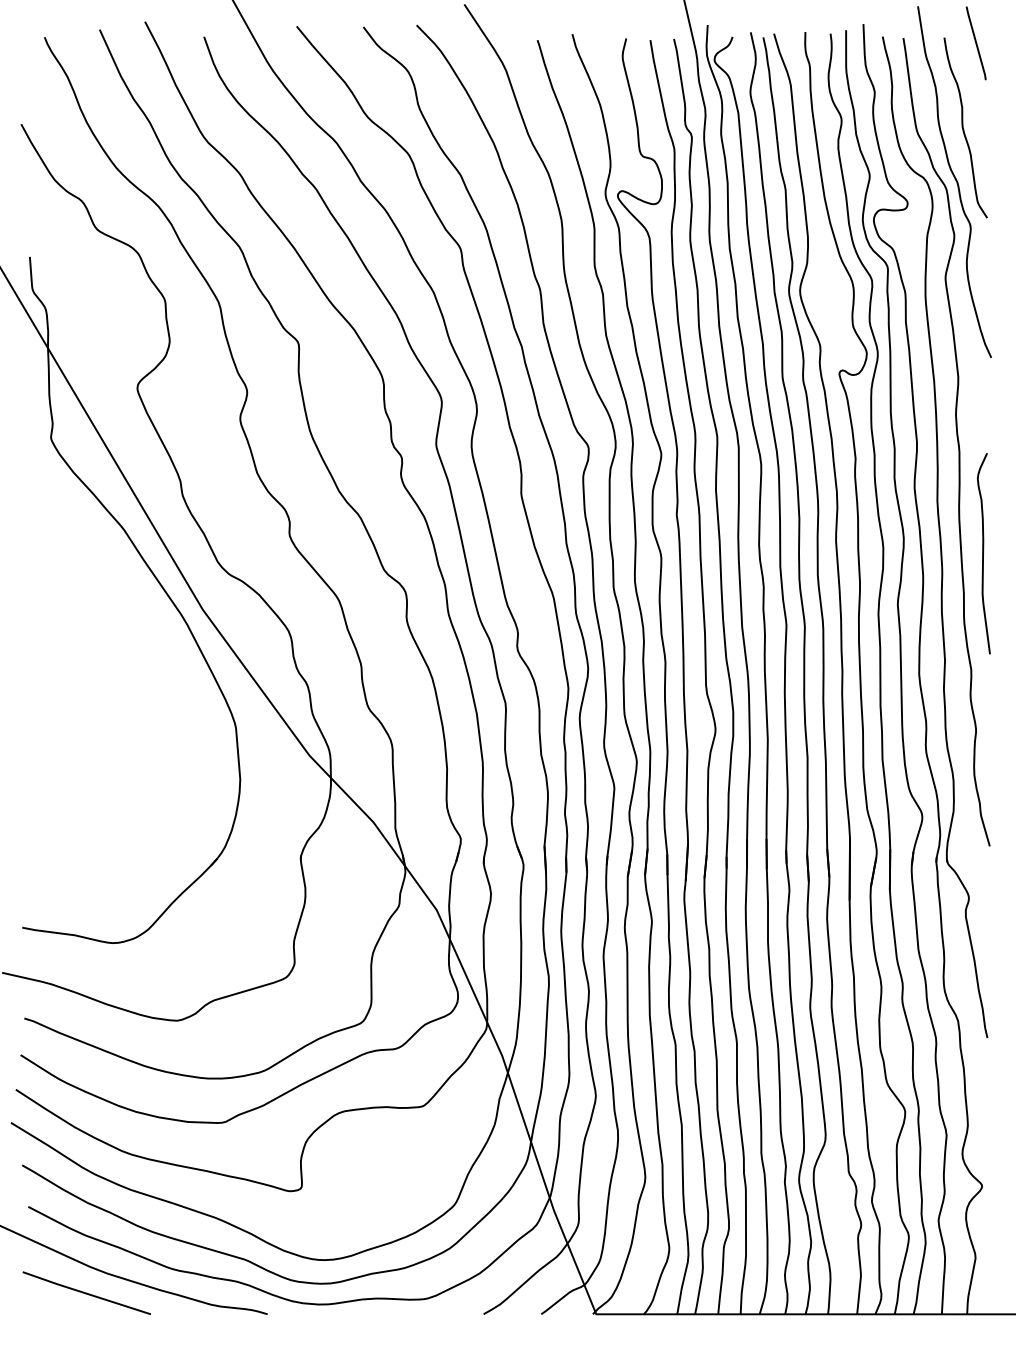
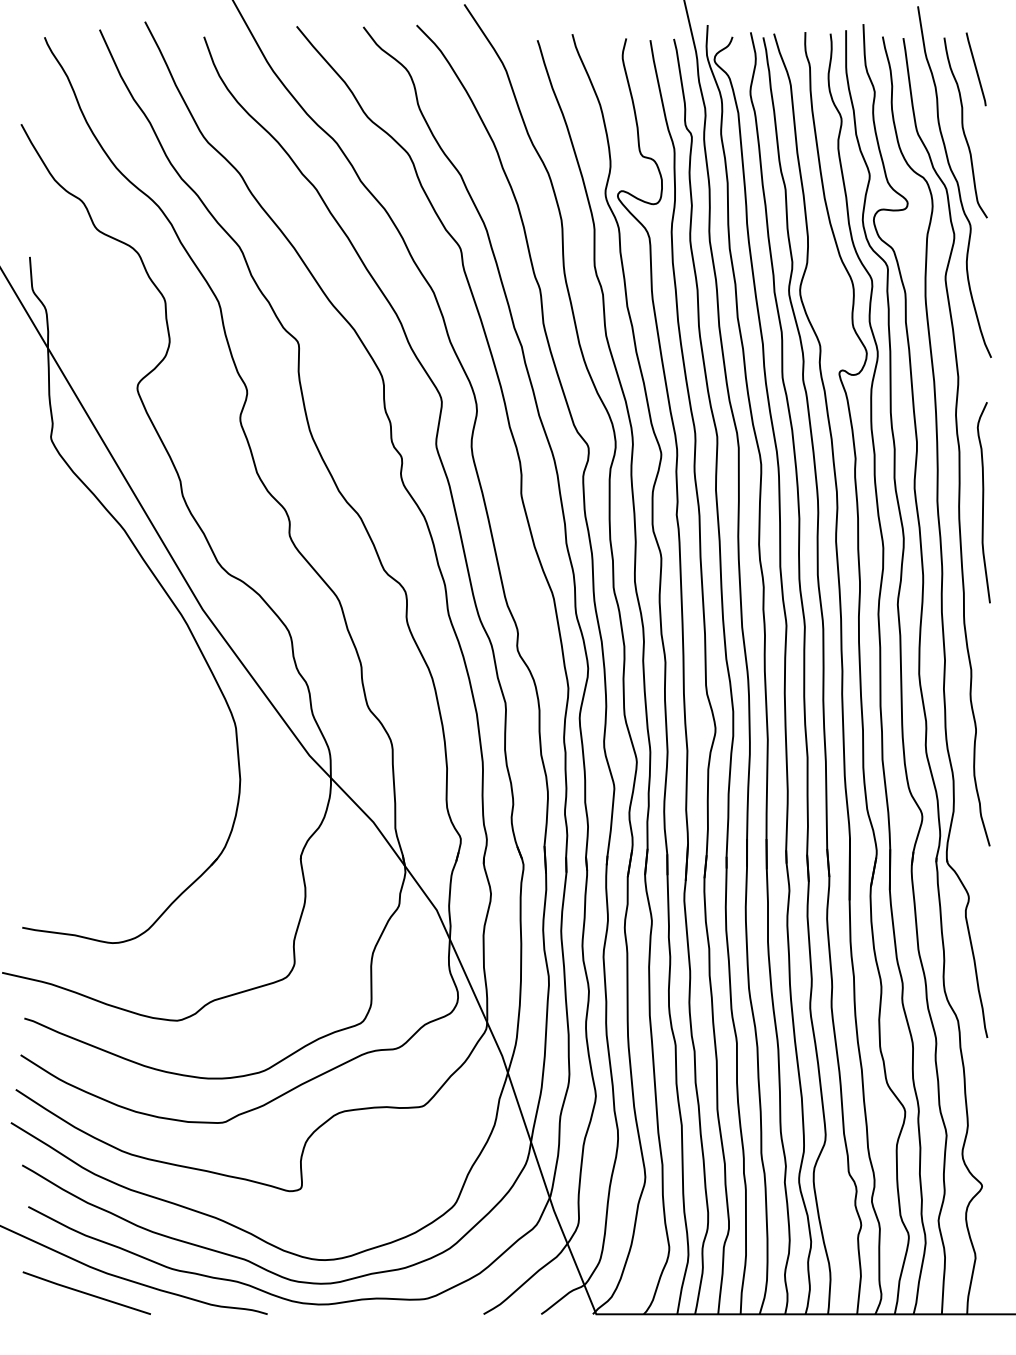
line at (975, 43) position: (975, 43) -> (975, 69)
curve at (983, 553) position: (983, 553) -> (983, 502)
